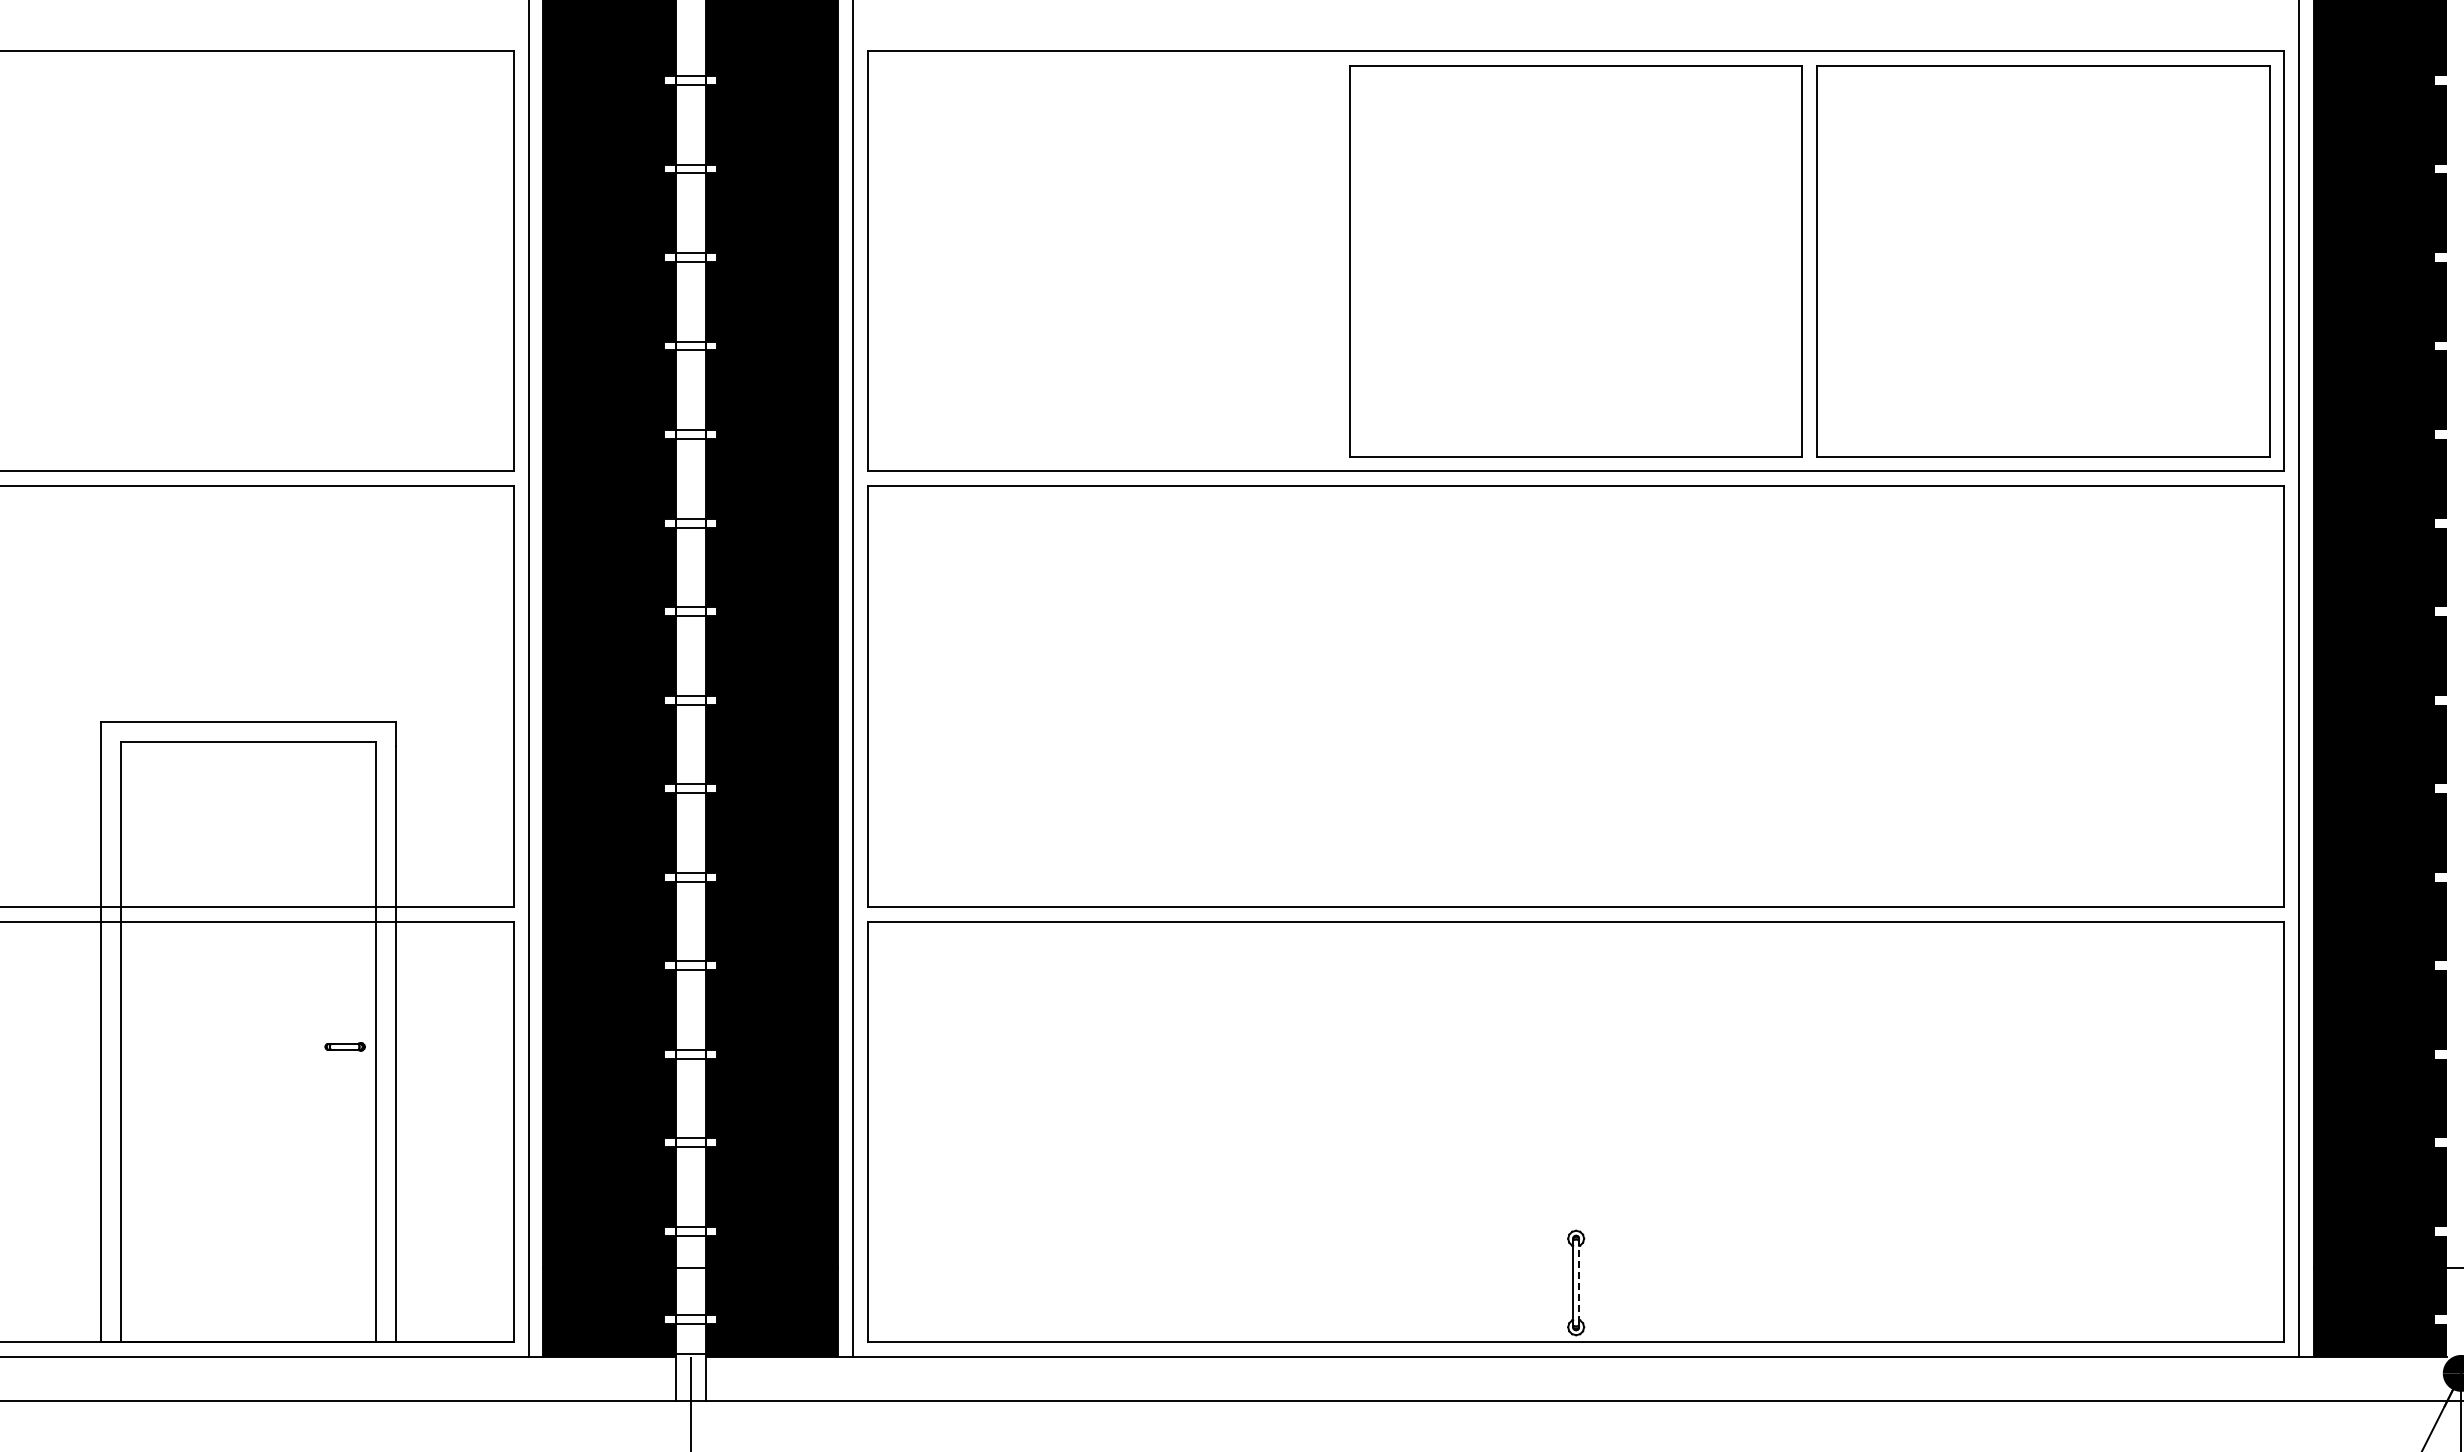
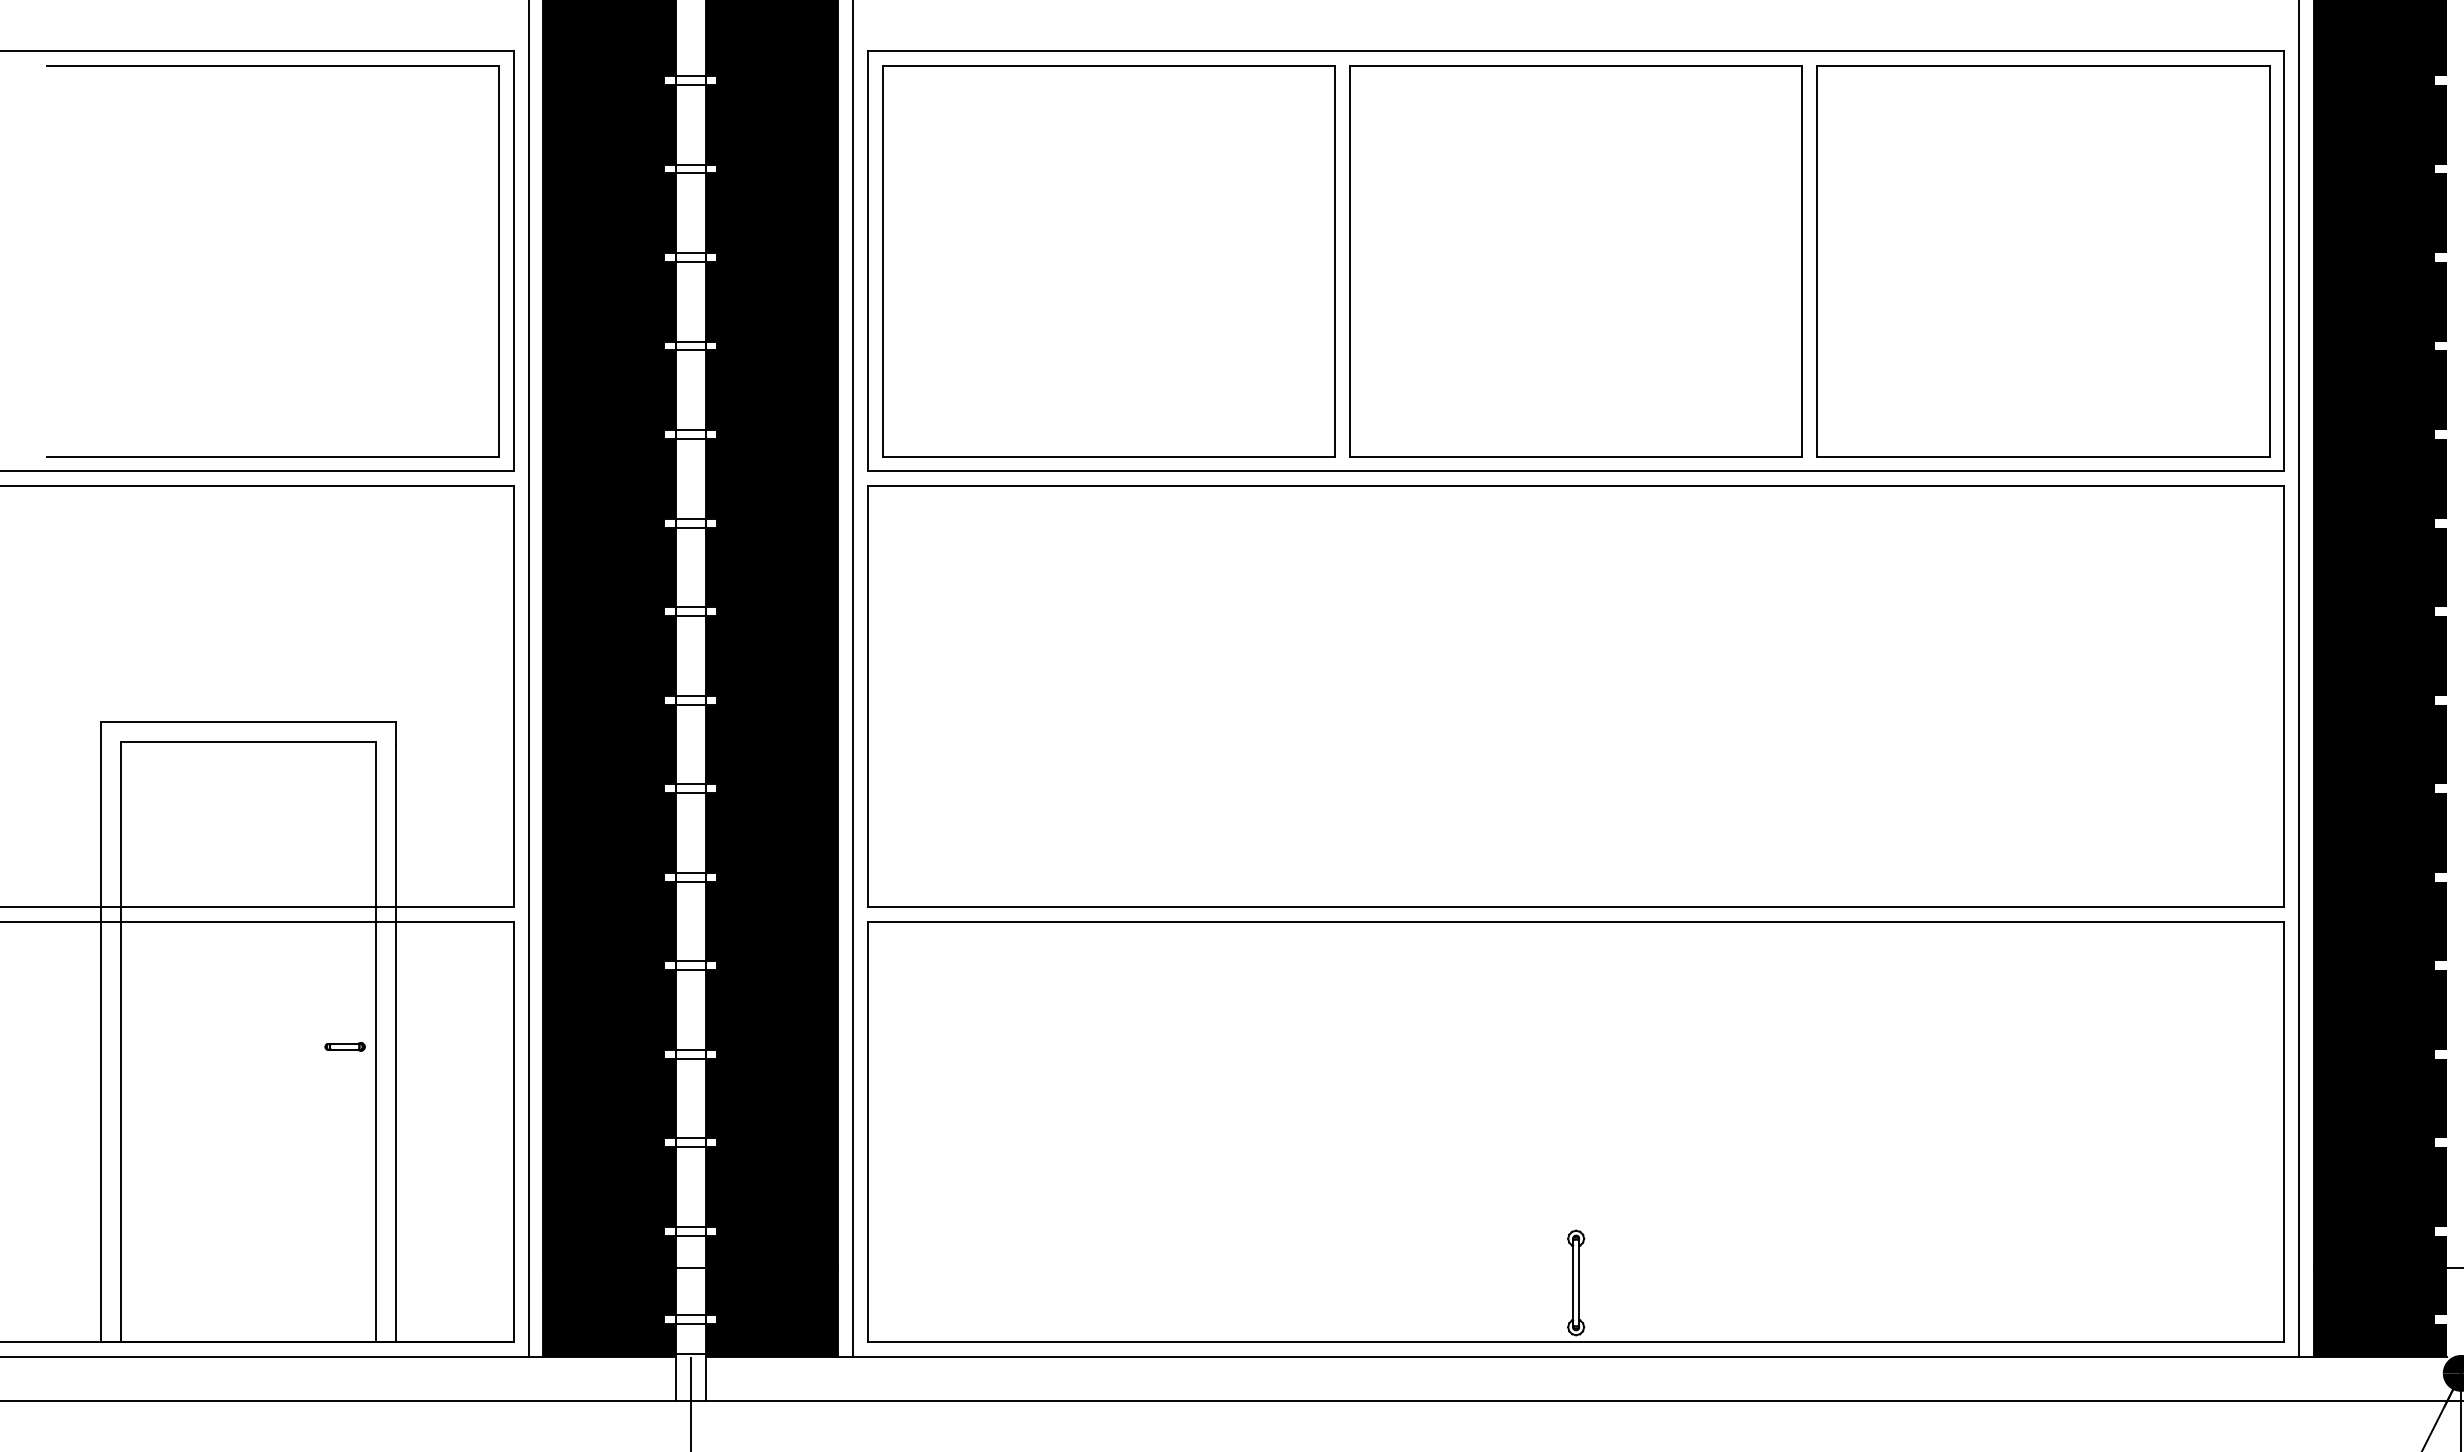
part at (272, 66): none -> present
part at (1108, 261): none -> present
line at (1579, 1283): dashed -> solid
